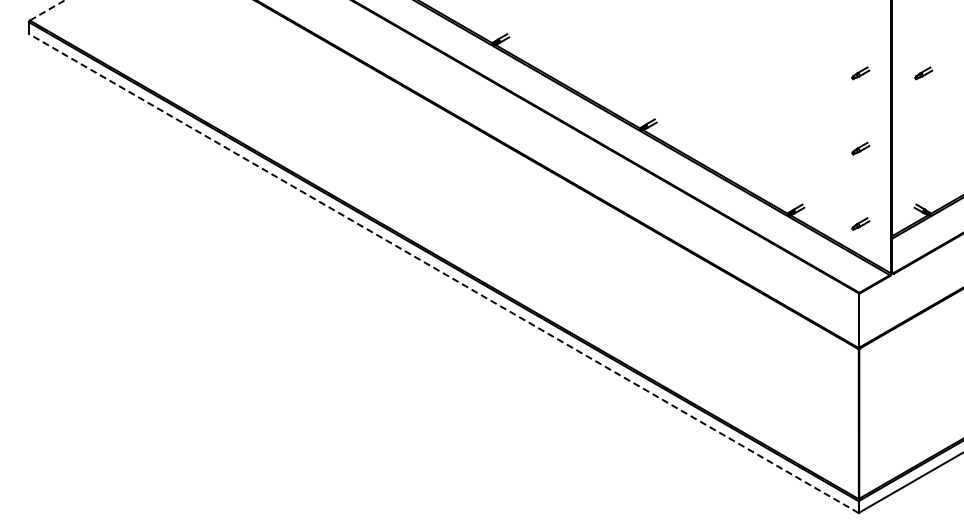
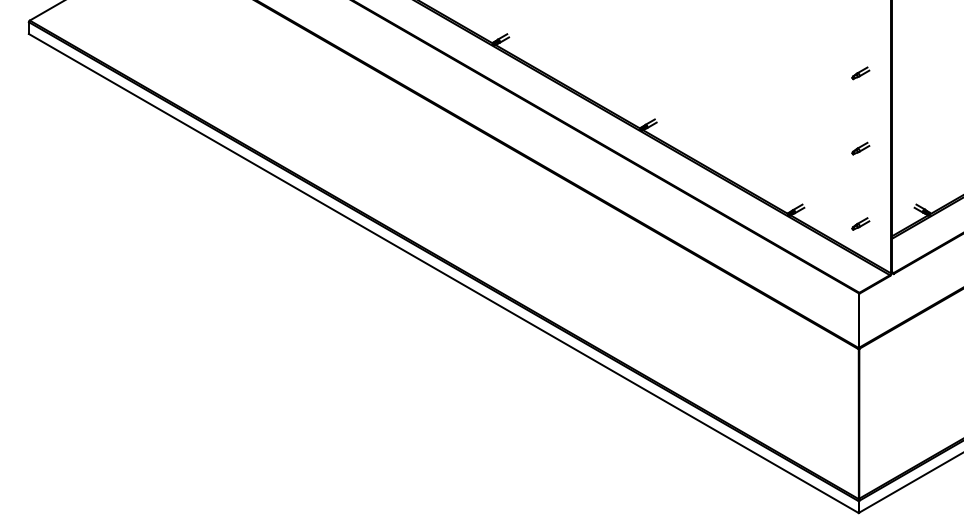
line at (48, 10): dashed -> solid
part at (923, 73): present -> none
line at (443, 273): dashed -> solid
